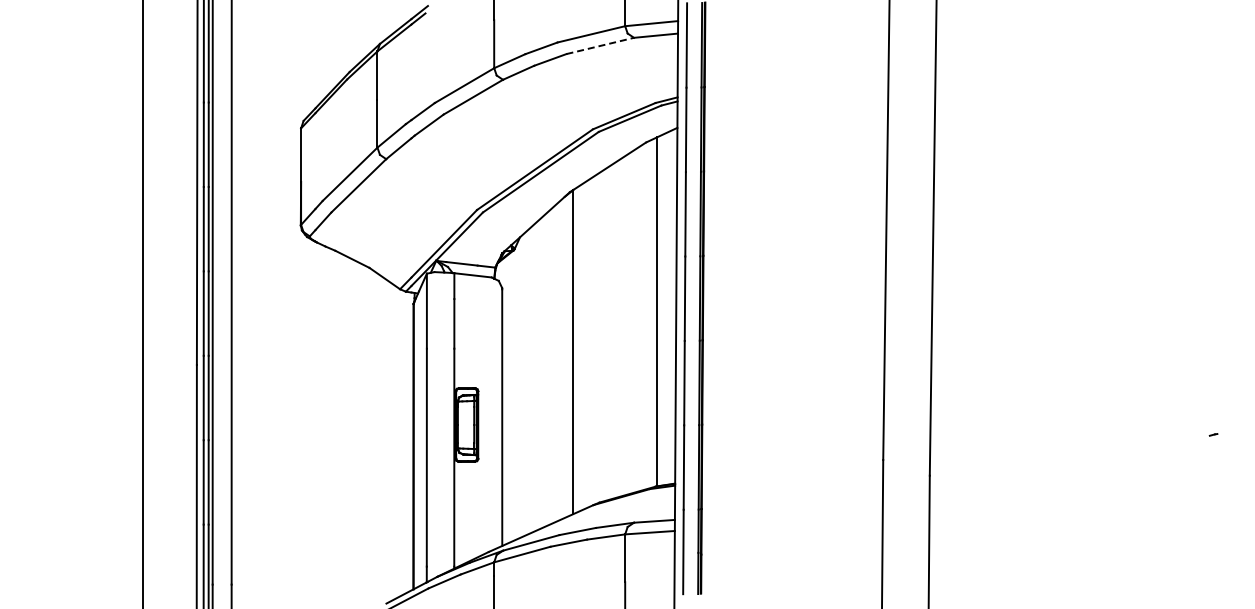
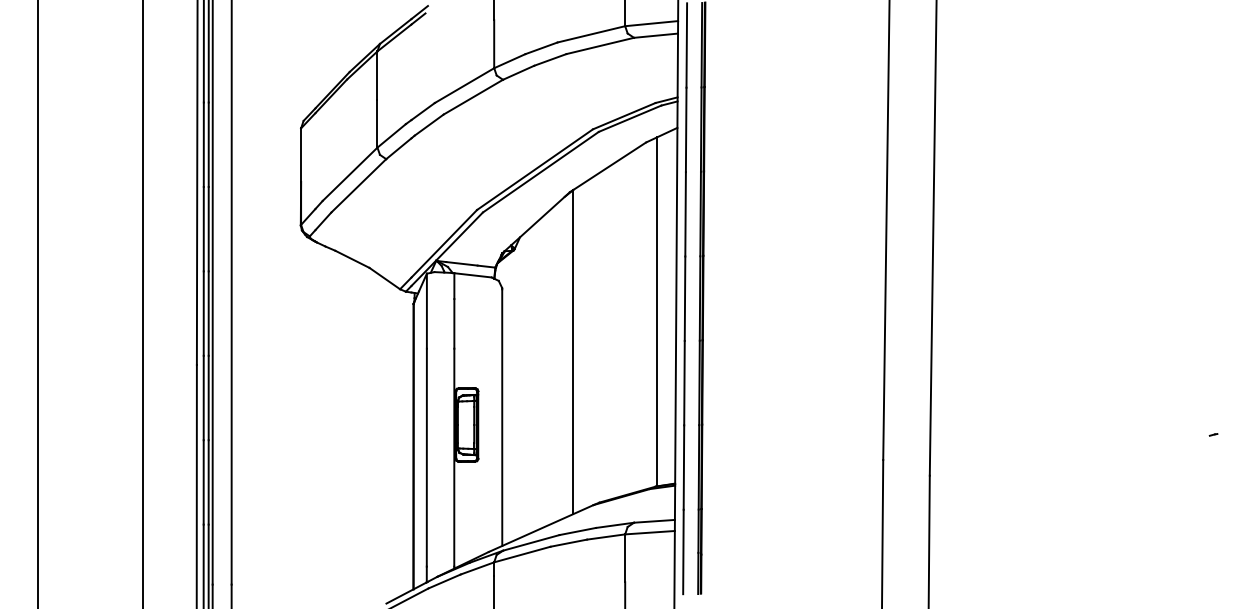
line at (600, 45): dashed -> solid
line at (37, 303): none -> present
